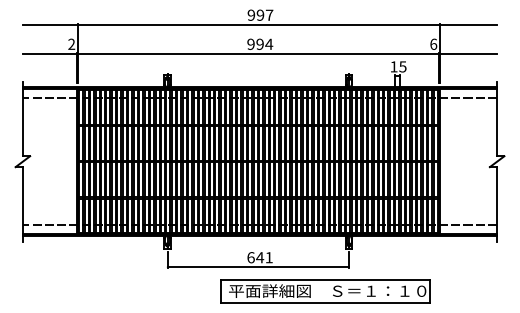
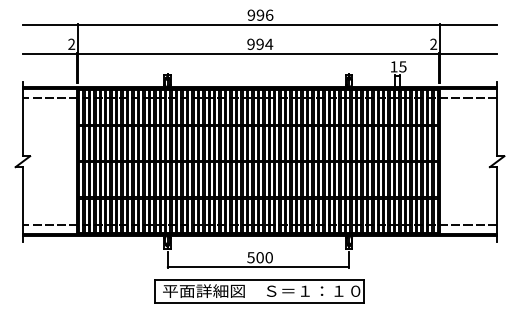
text at (269, 14): 997 -> 996
text at (433, 43): 6 -> 2
text at (259, 257): 641 -> 500
part at (325, 291) position: (325, 291) -> (259, 291)
